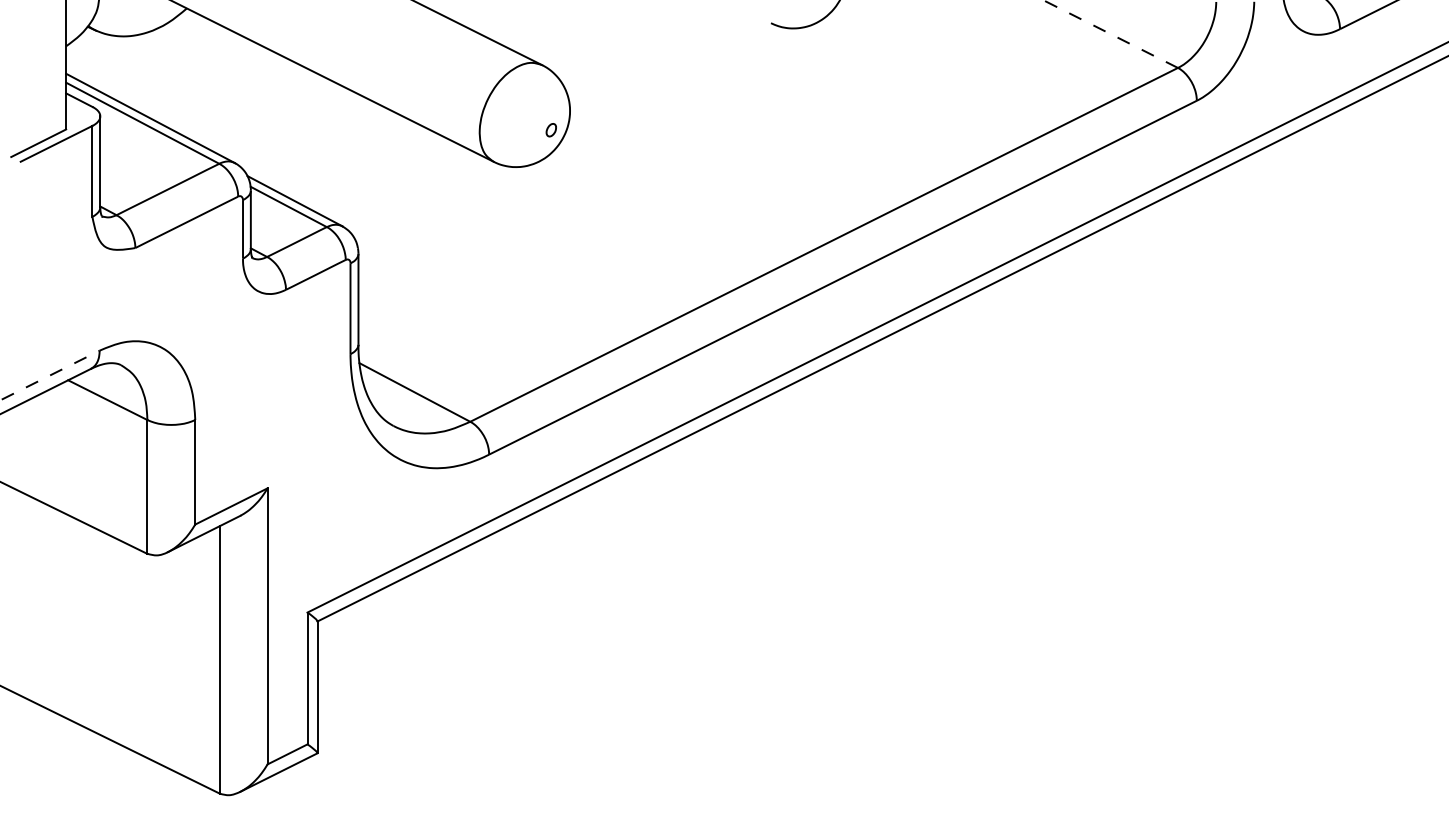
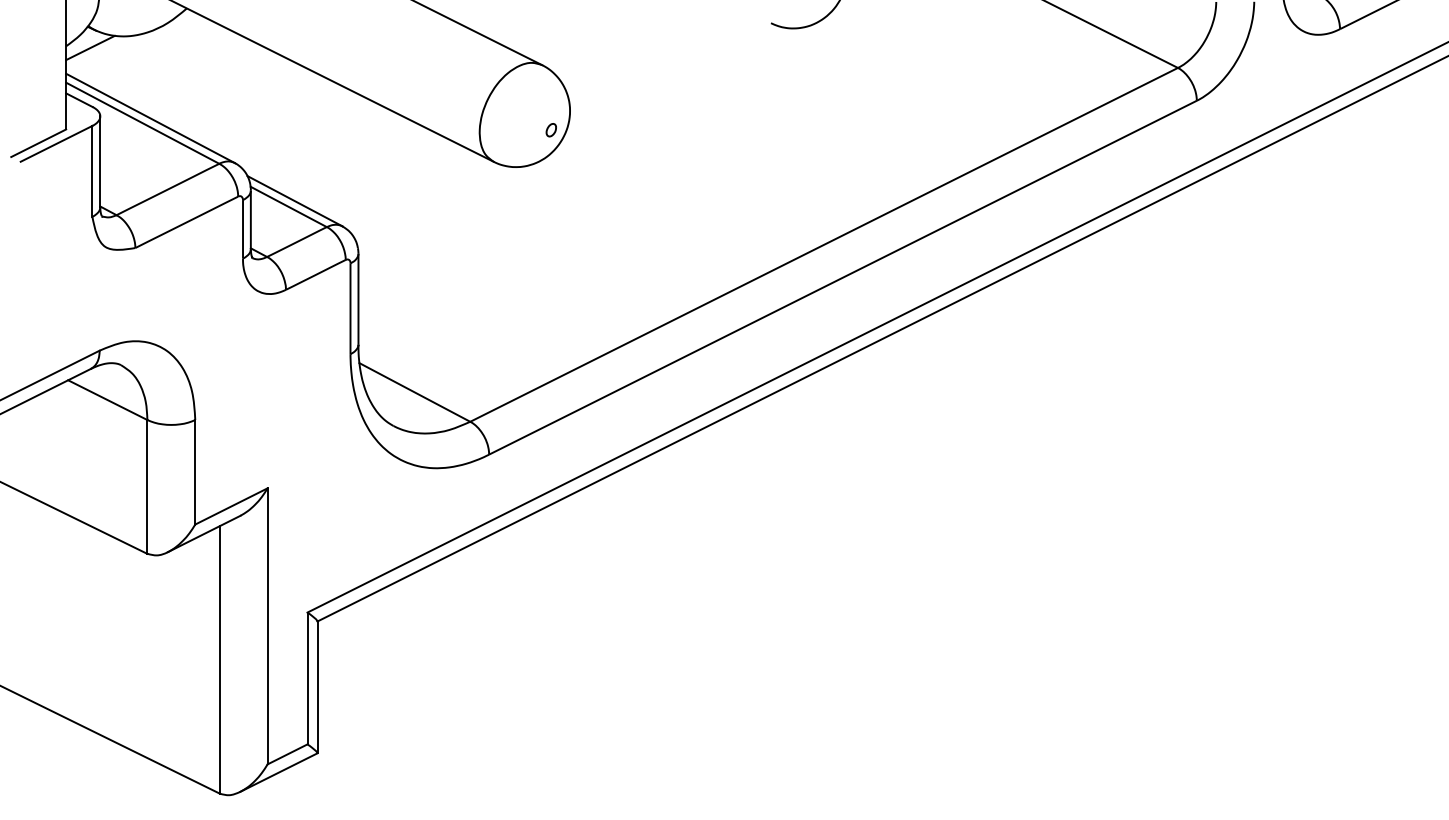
line at (1110, 33): dashed -> solid
line at (90, 47): none -> present
line at (50, 375): dashed -> solid
